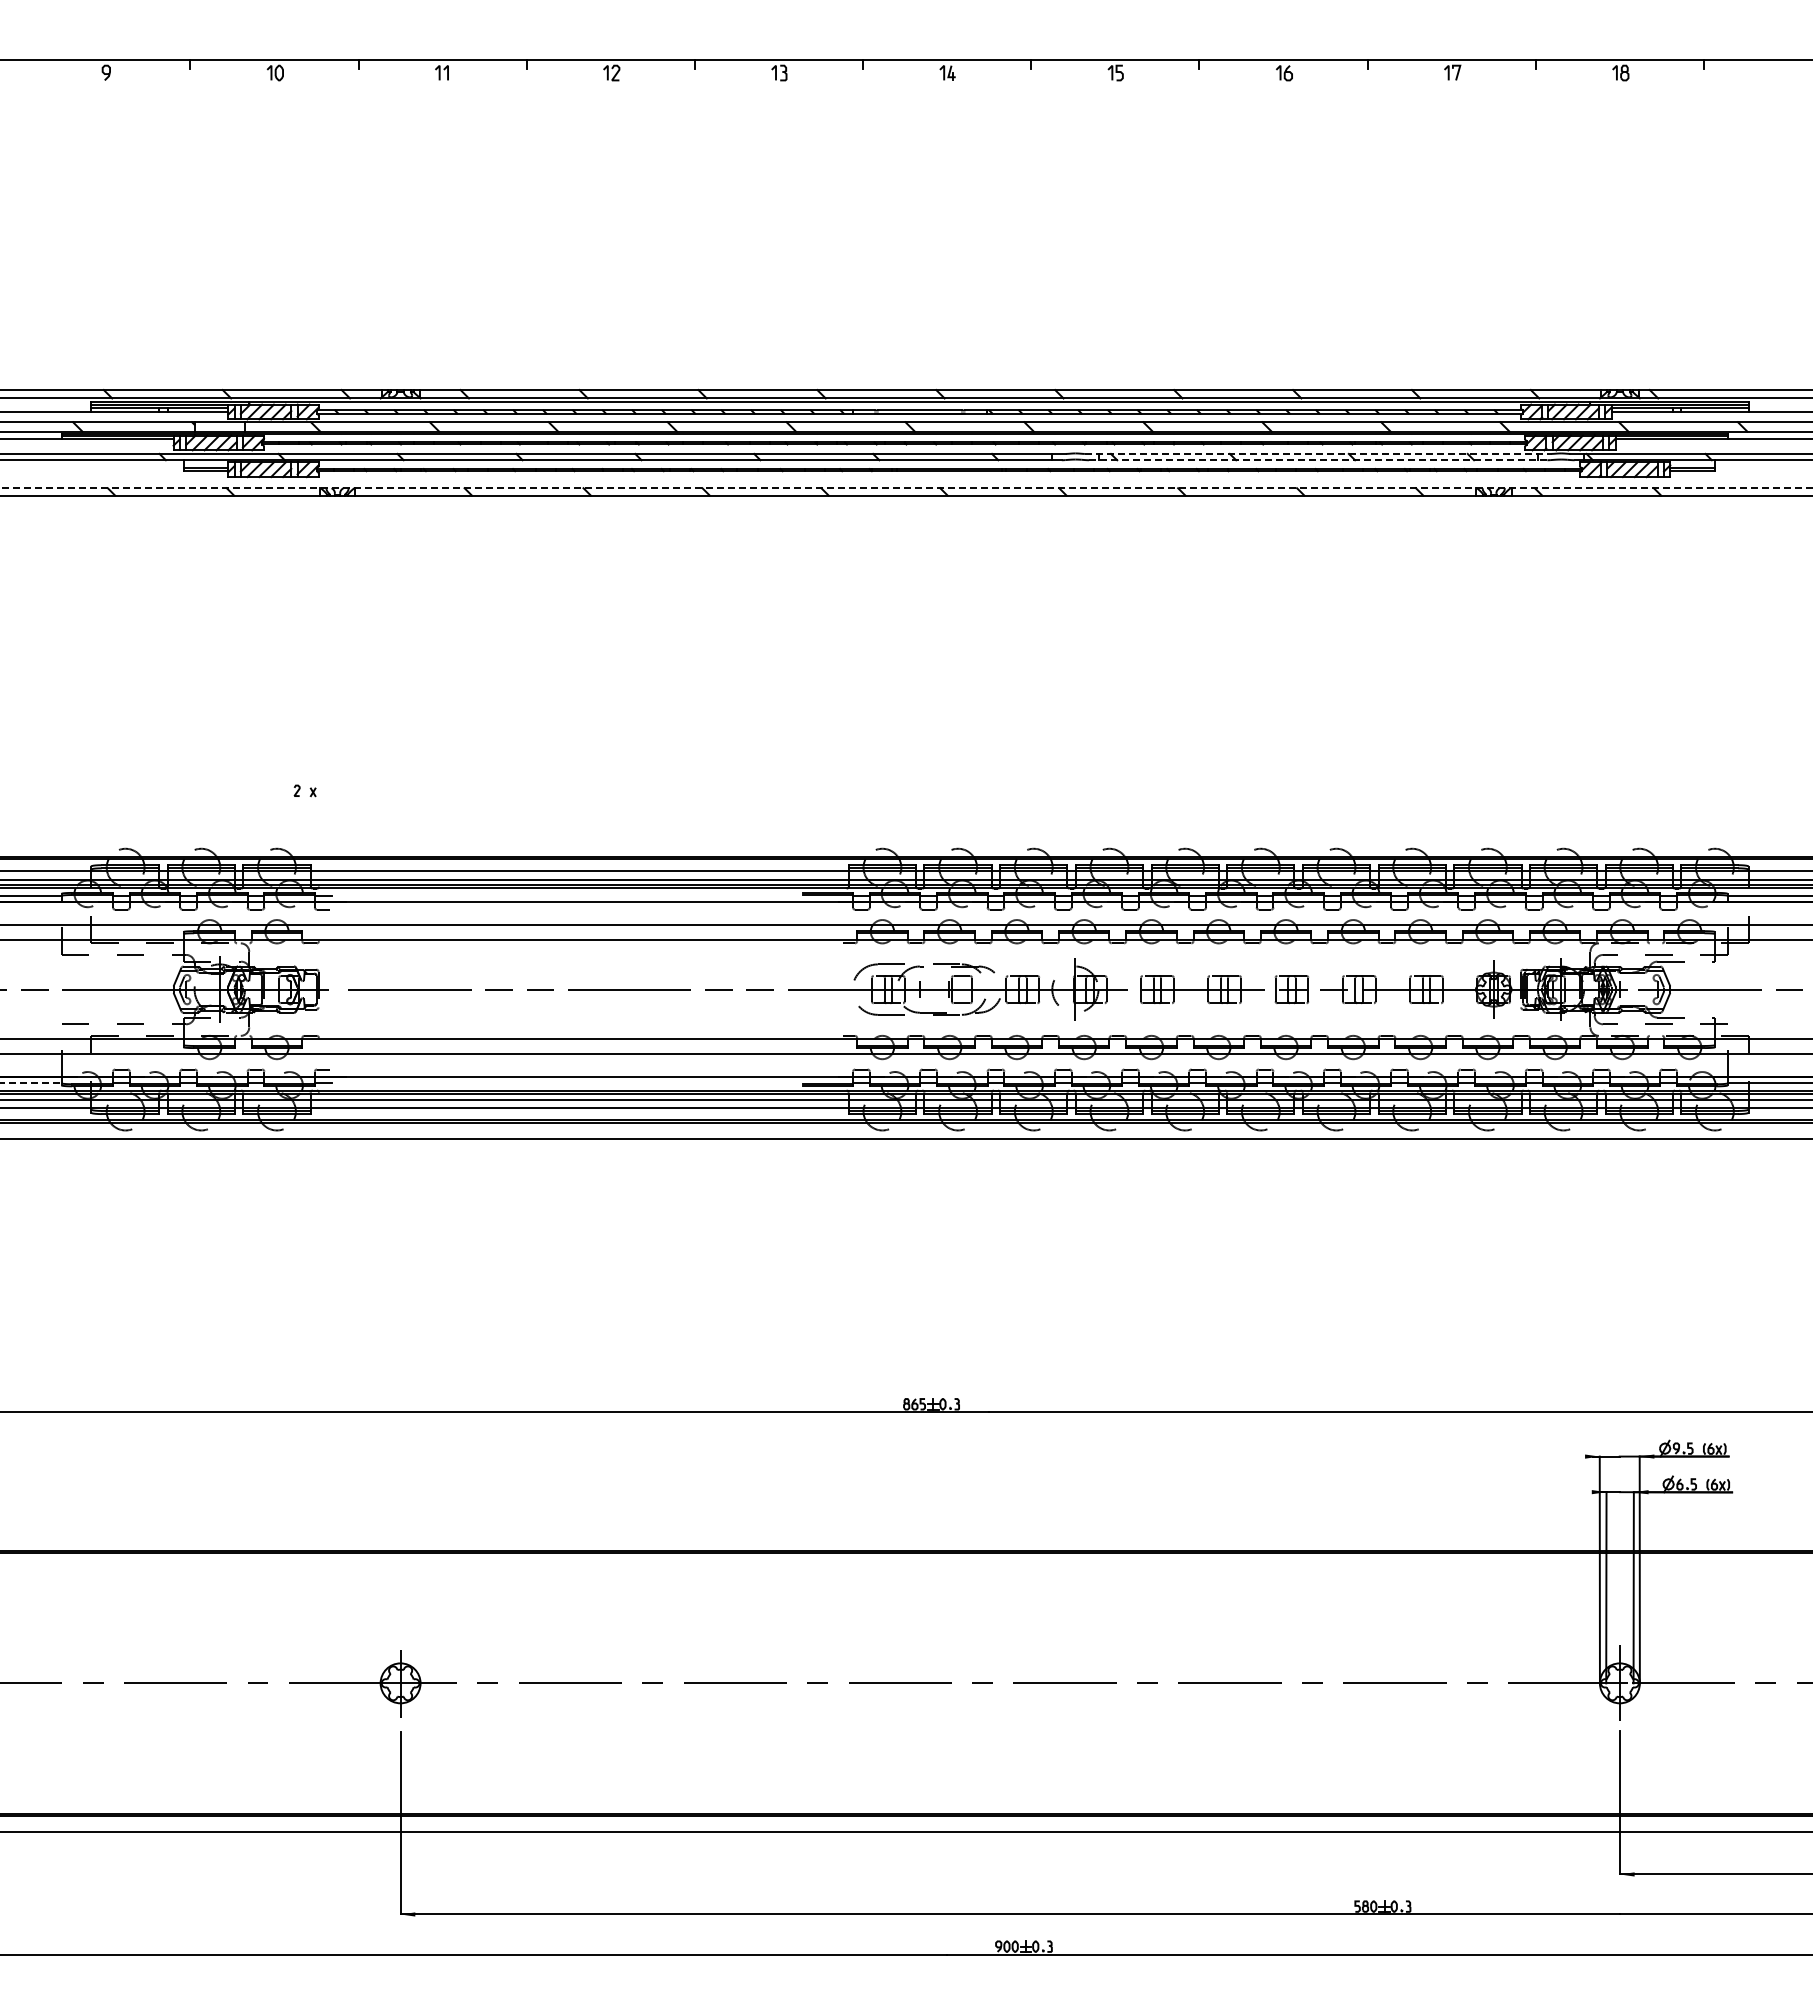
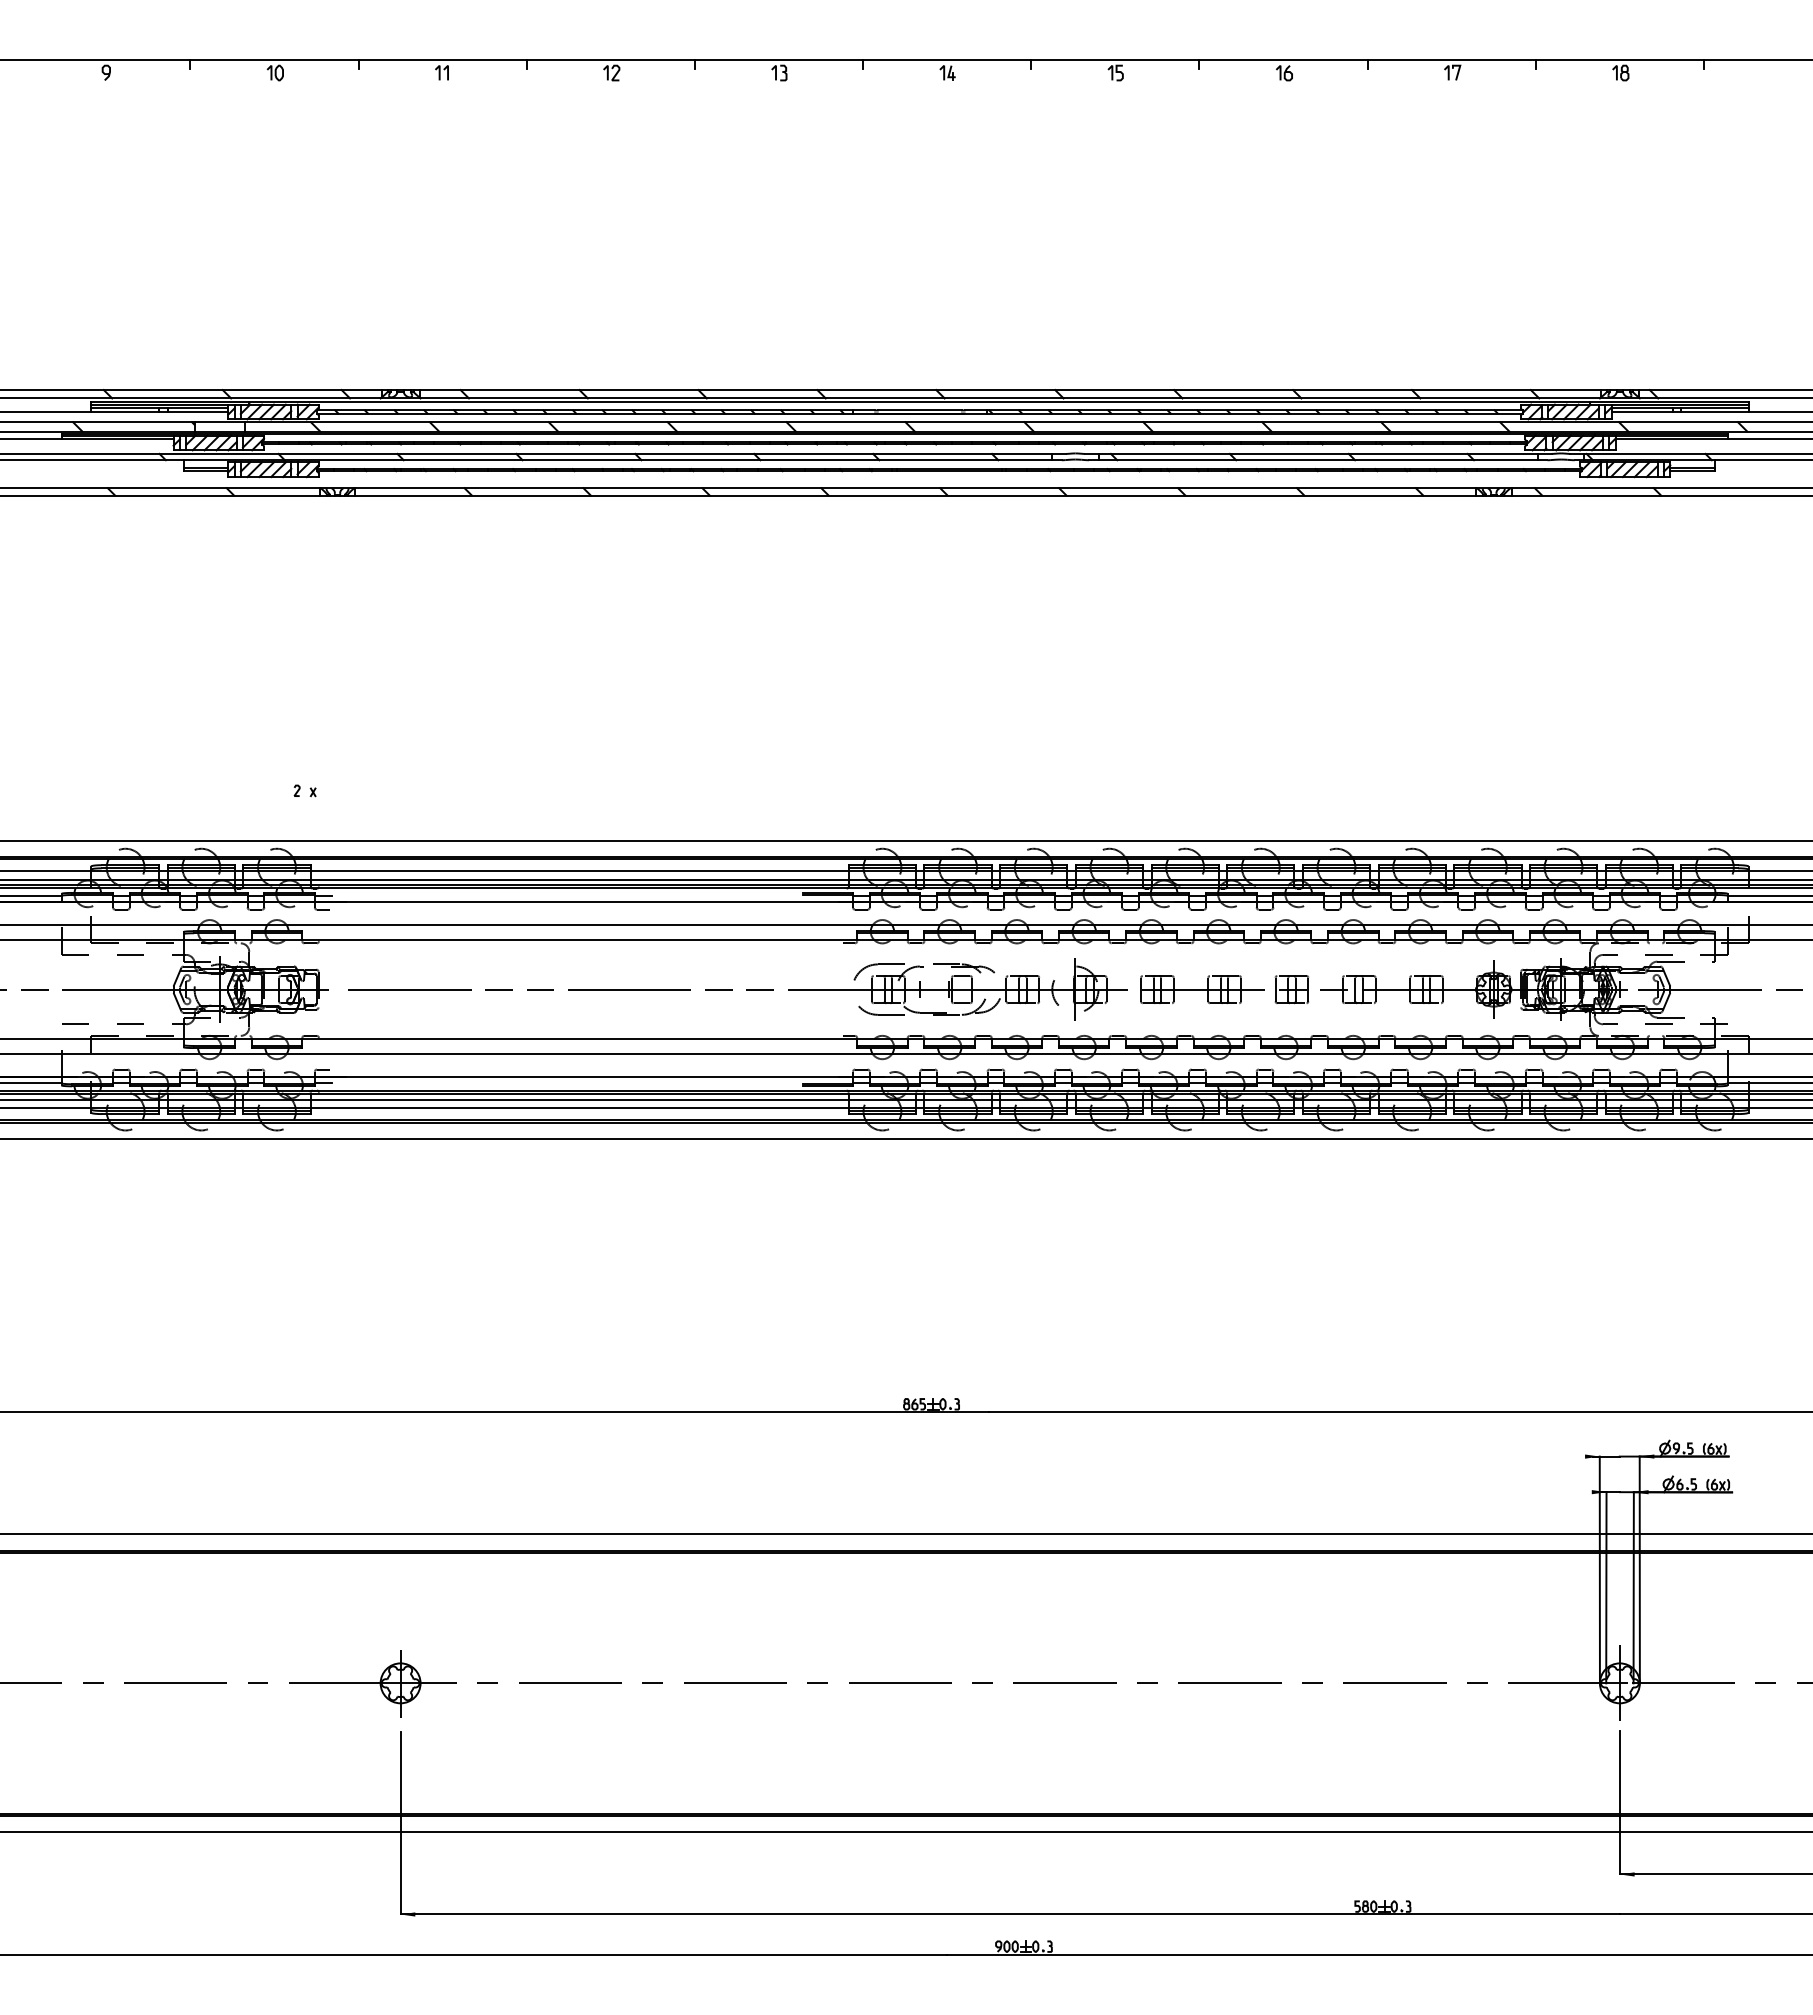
line at (1318, 453): dashed -> solid
line at (1318, 460): dashed -> solid
line at (906, 488): dashed -> solid
line at (905, 840): none -> present
line at (31, 1083): dashed -> solid
line at (905, 1534): none -> present
